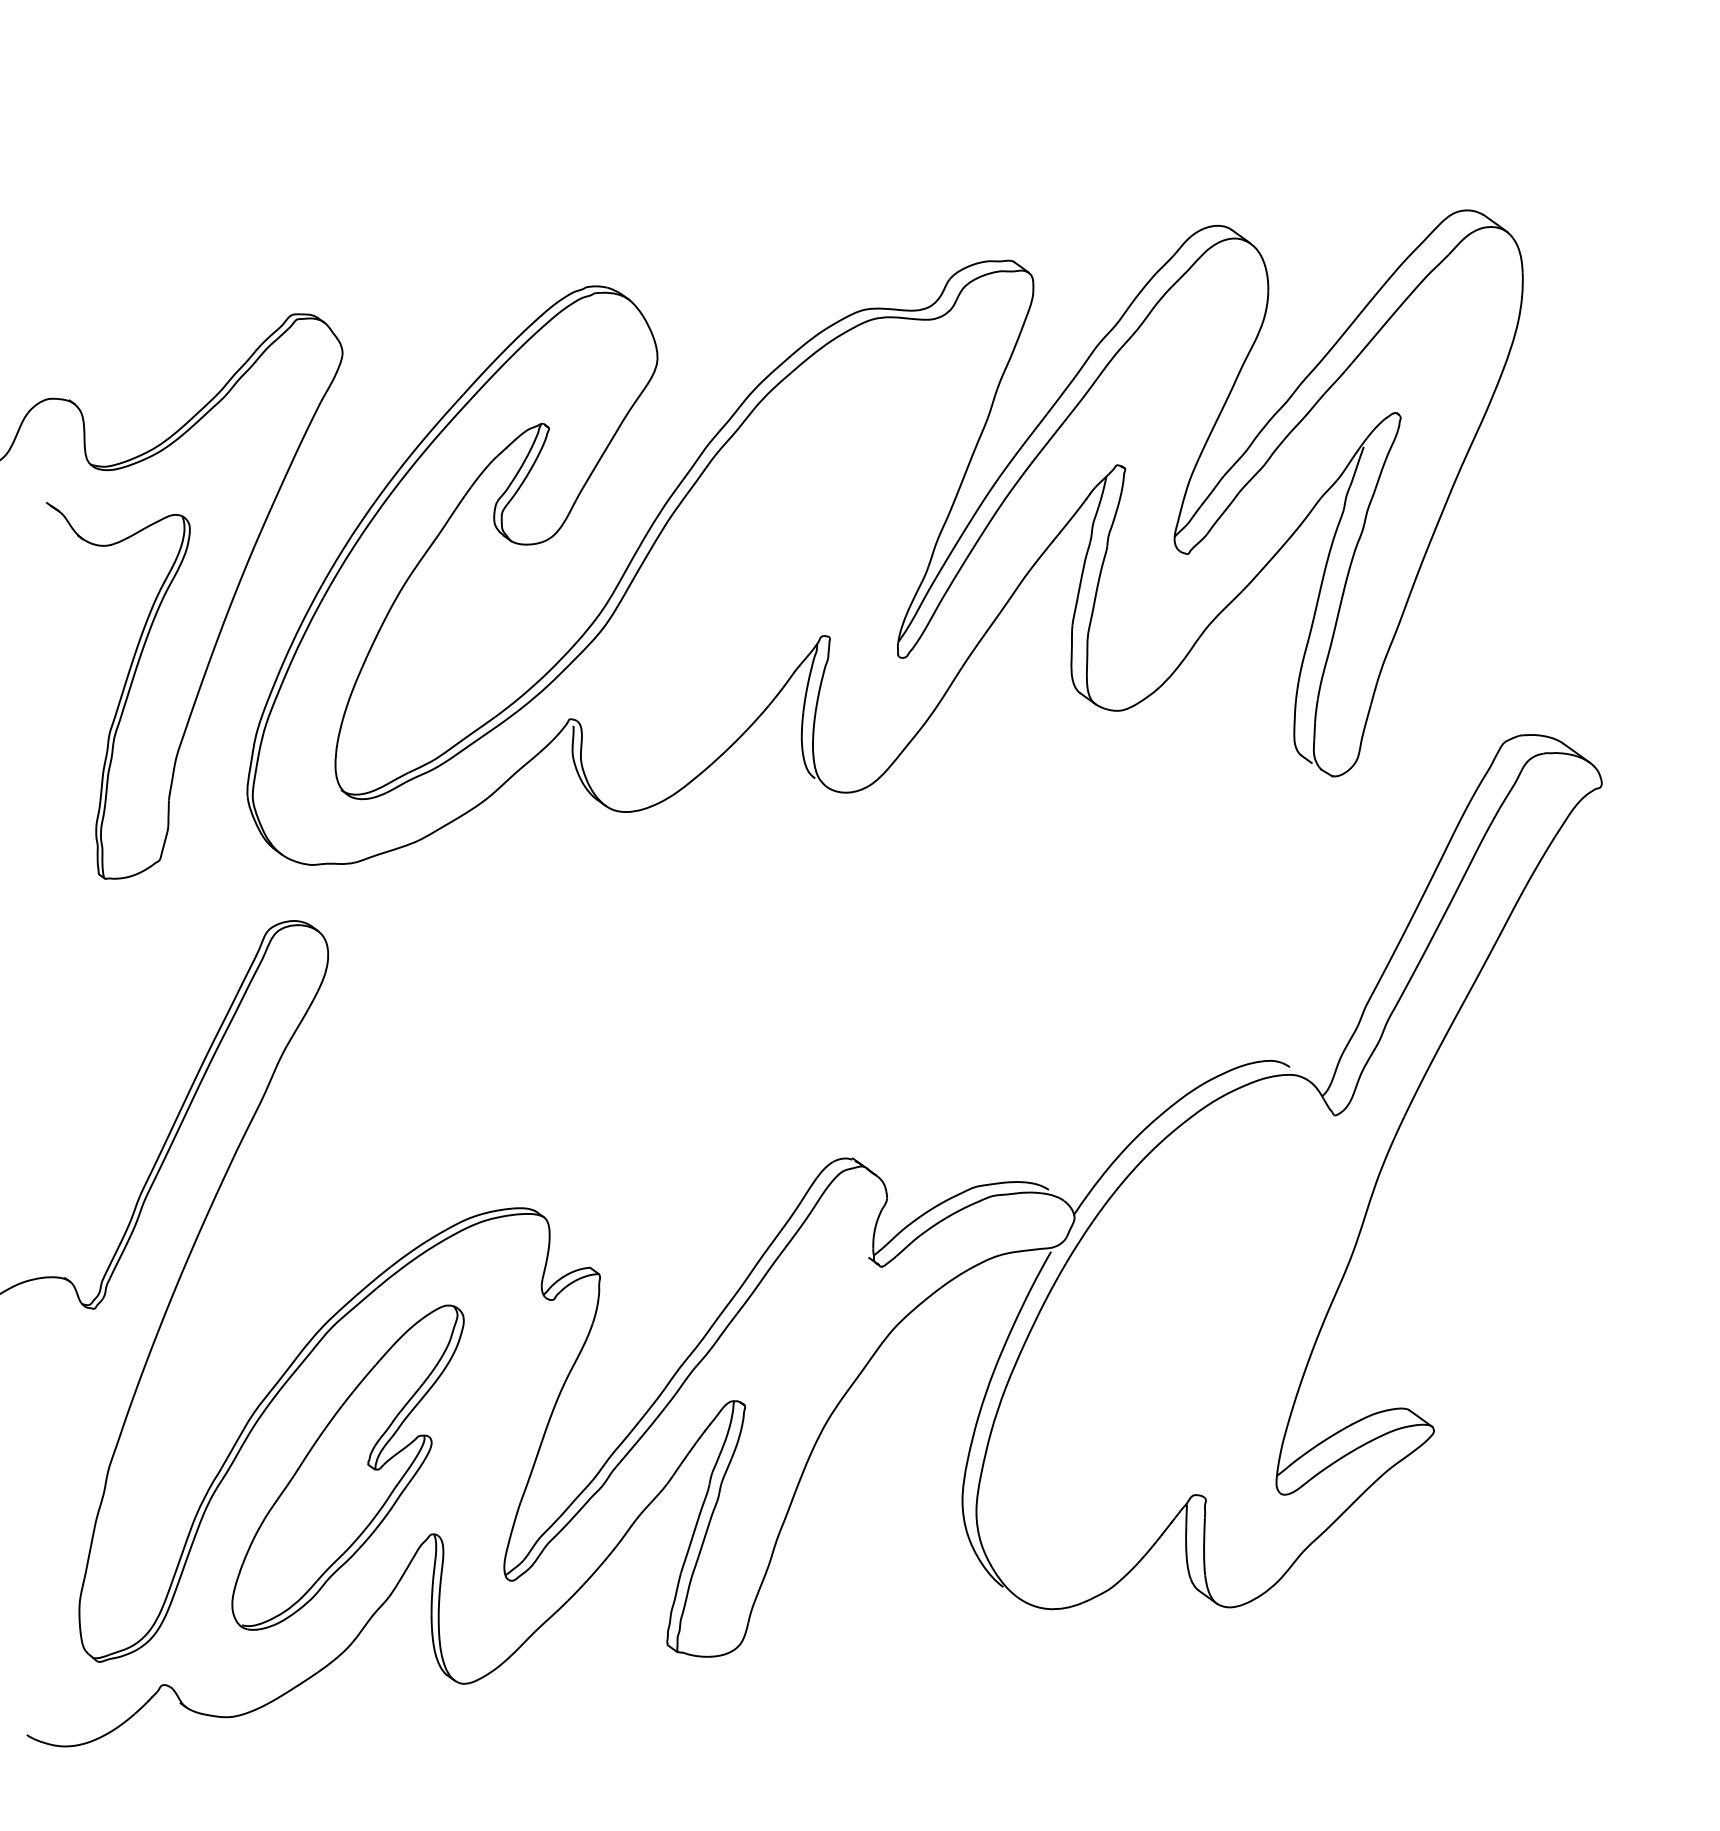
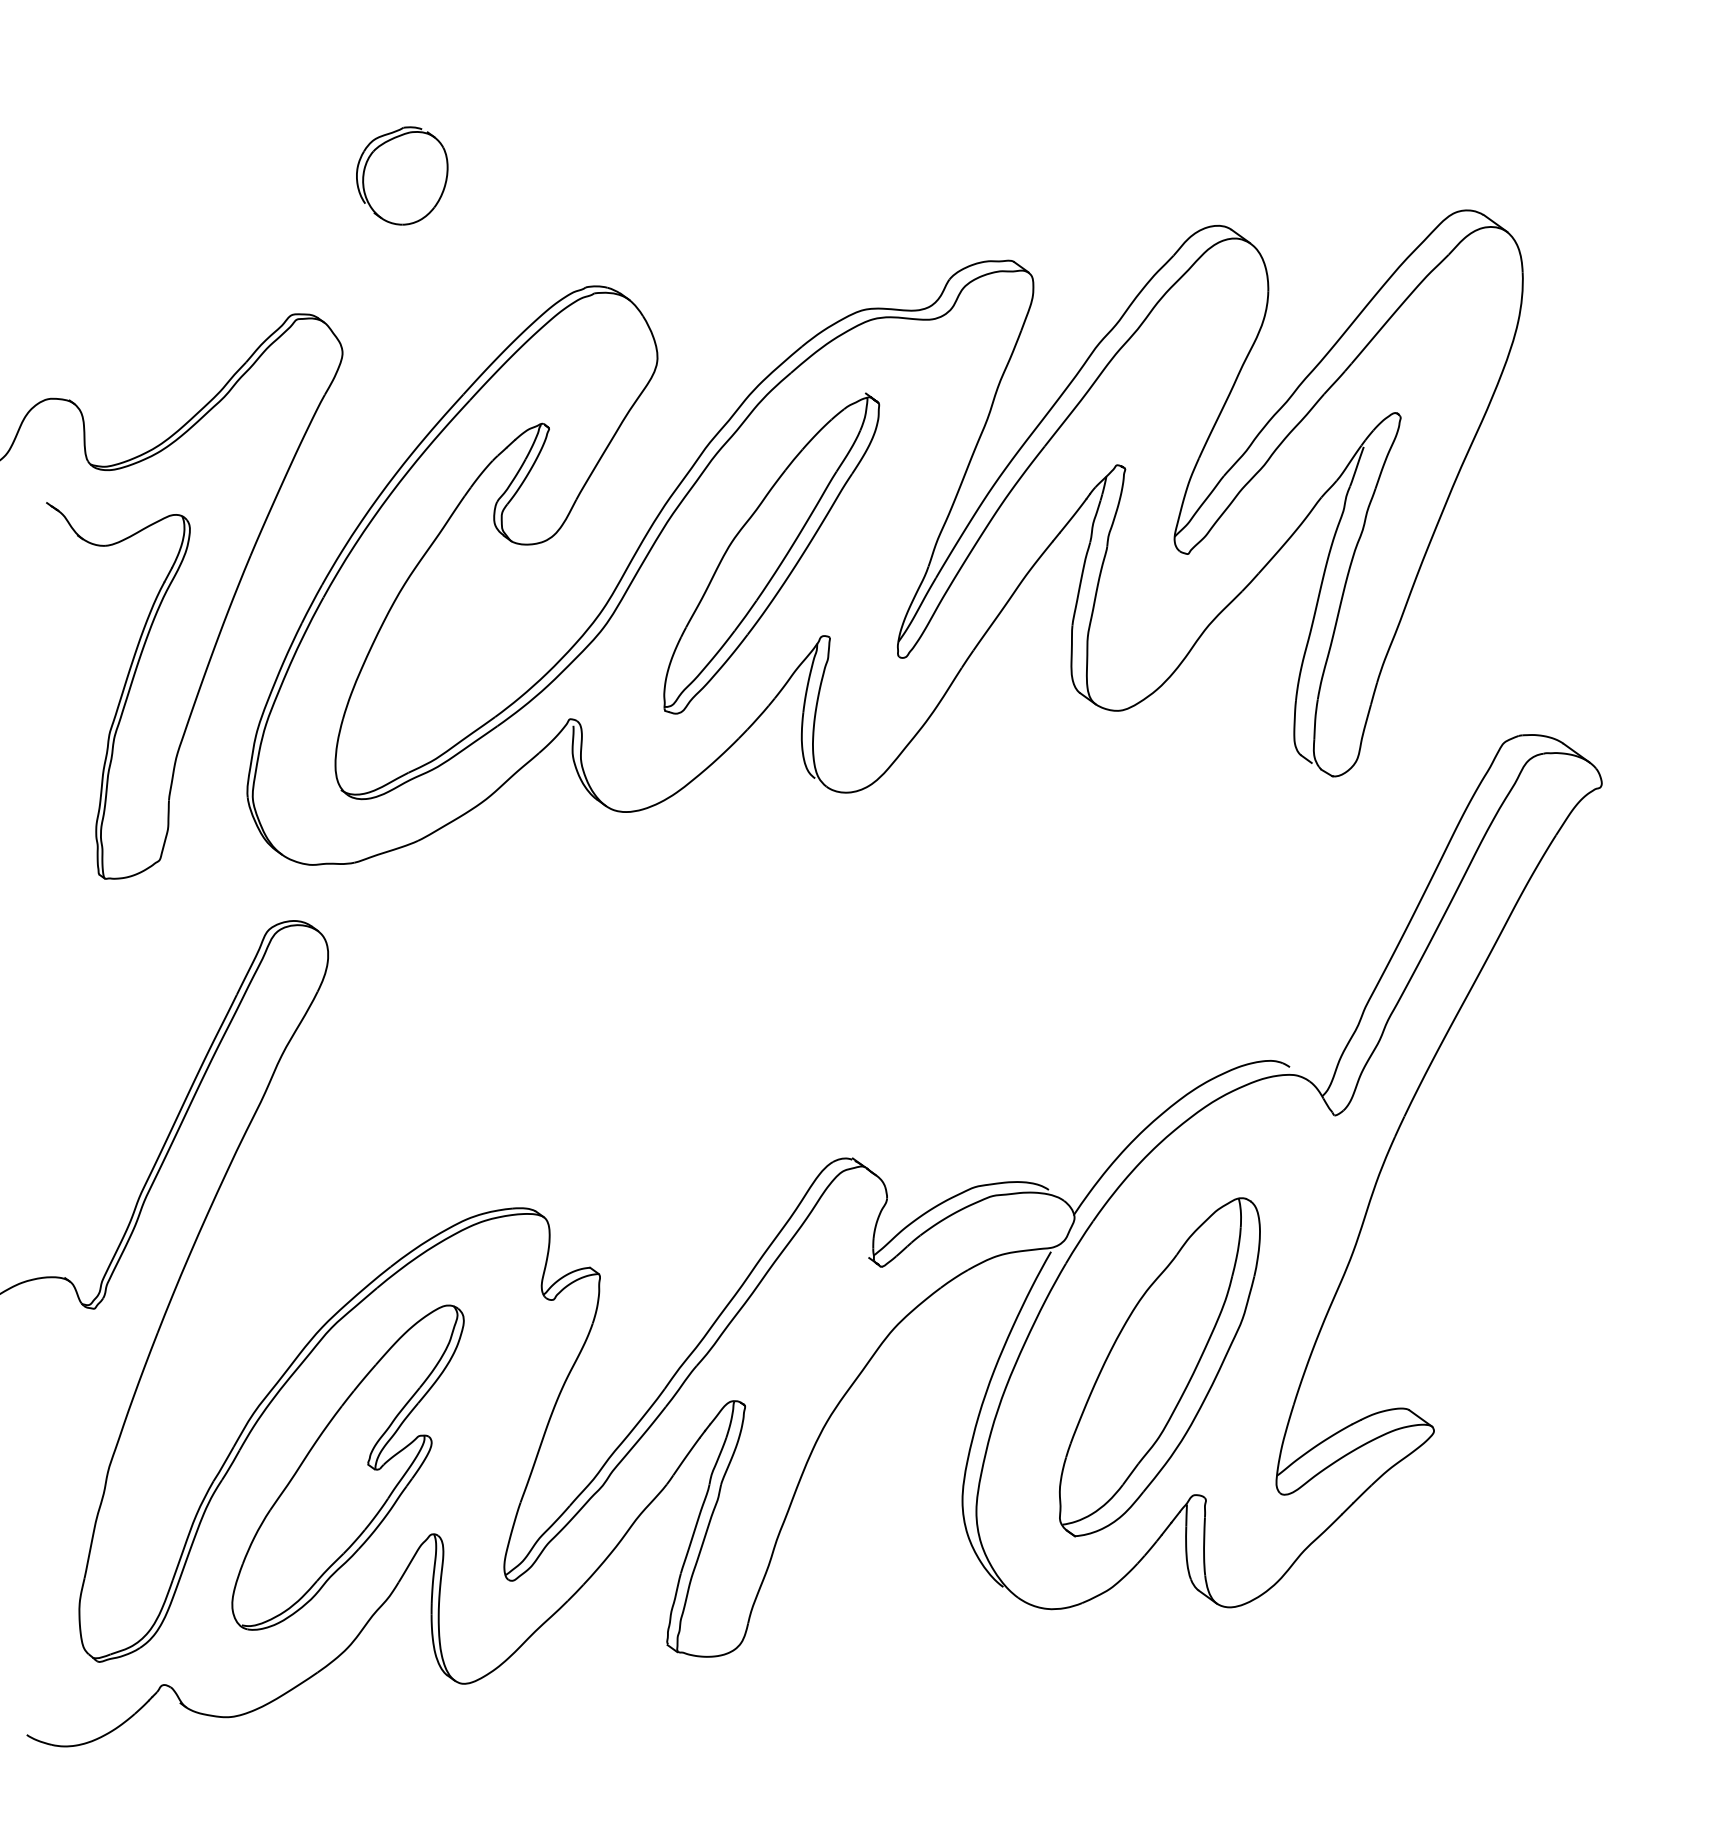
part at (402, 175): none -> present
part at (771, 553): none -> present
part at (1159, 1367): none -> present
